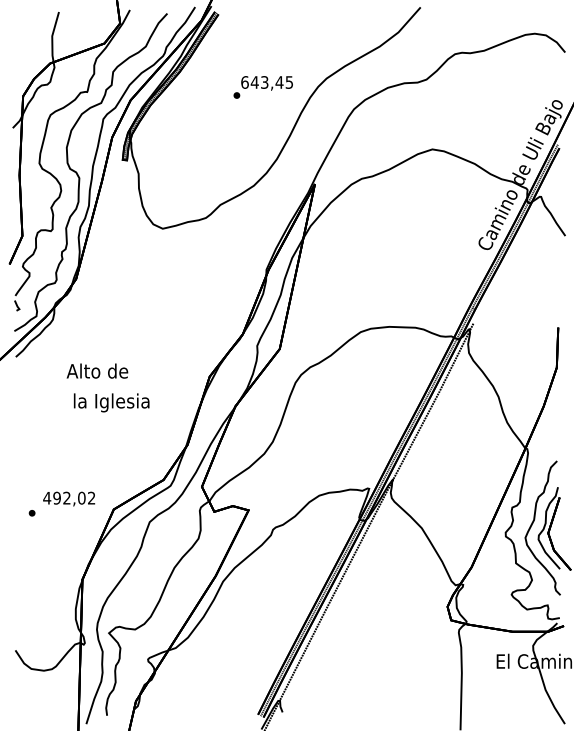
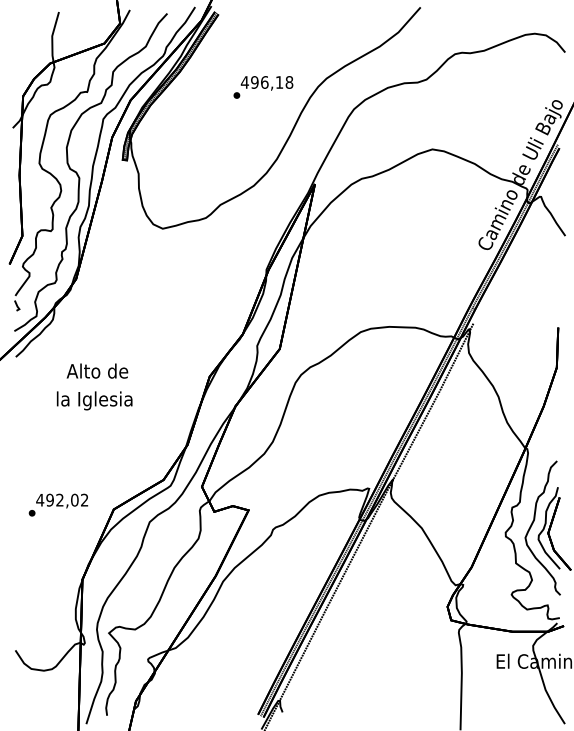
text at (266, 82): 643,45 -> 496,18
text at (111, 402) position: (111, 402) -> (94, 400)
text at (69, 498) position: (69, 498) -> (62, 500)
